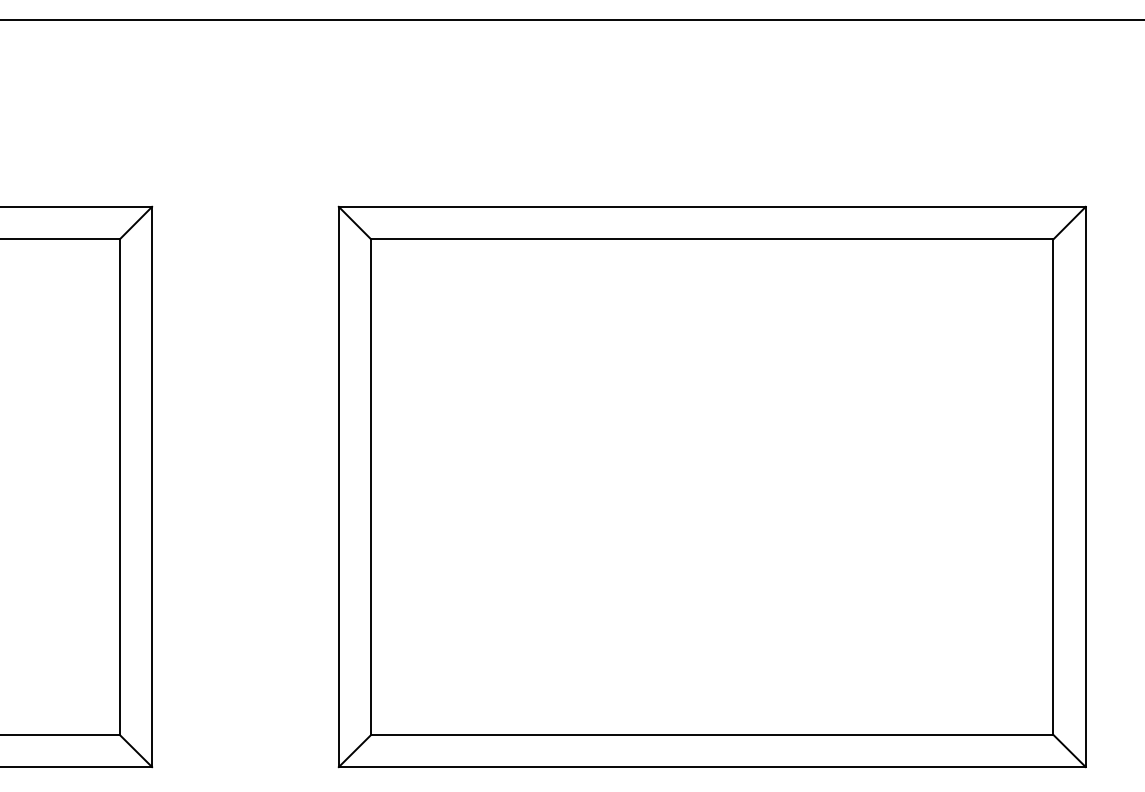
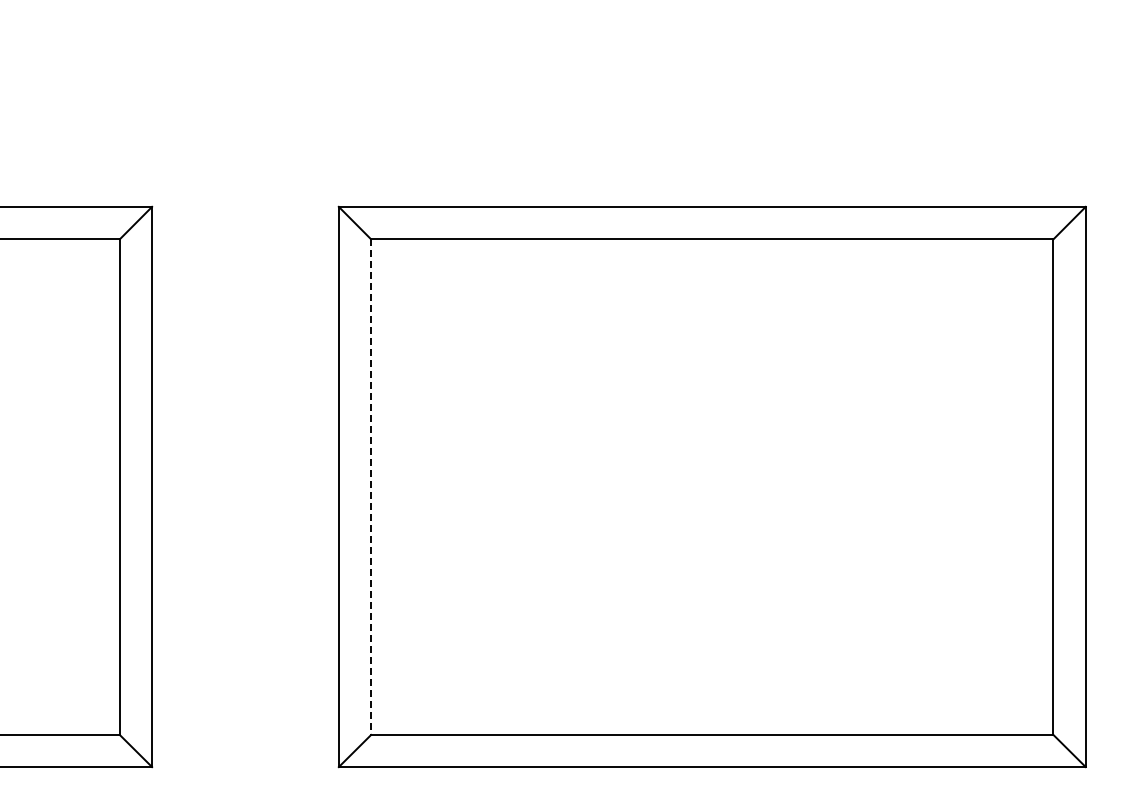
line at (571, 20): present -> none
line at (371, 487): solid -> dashed
